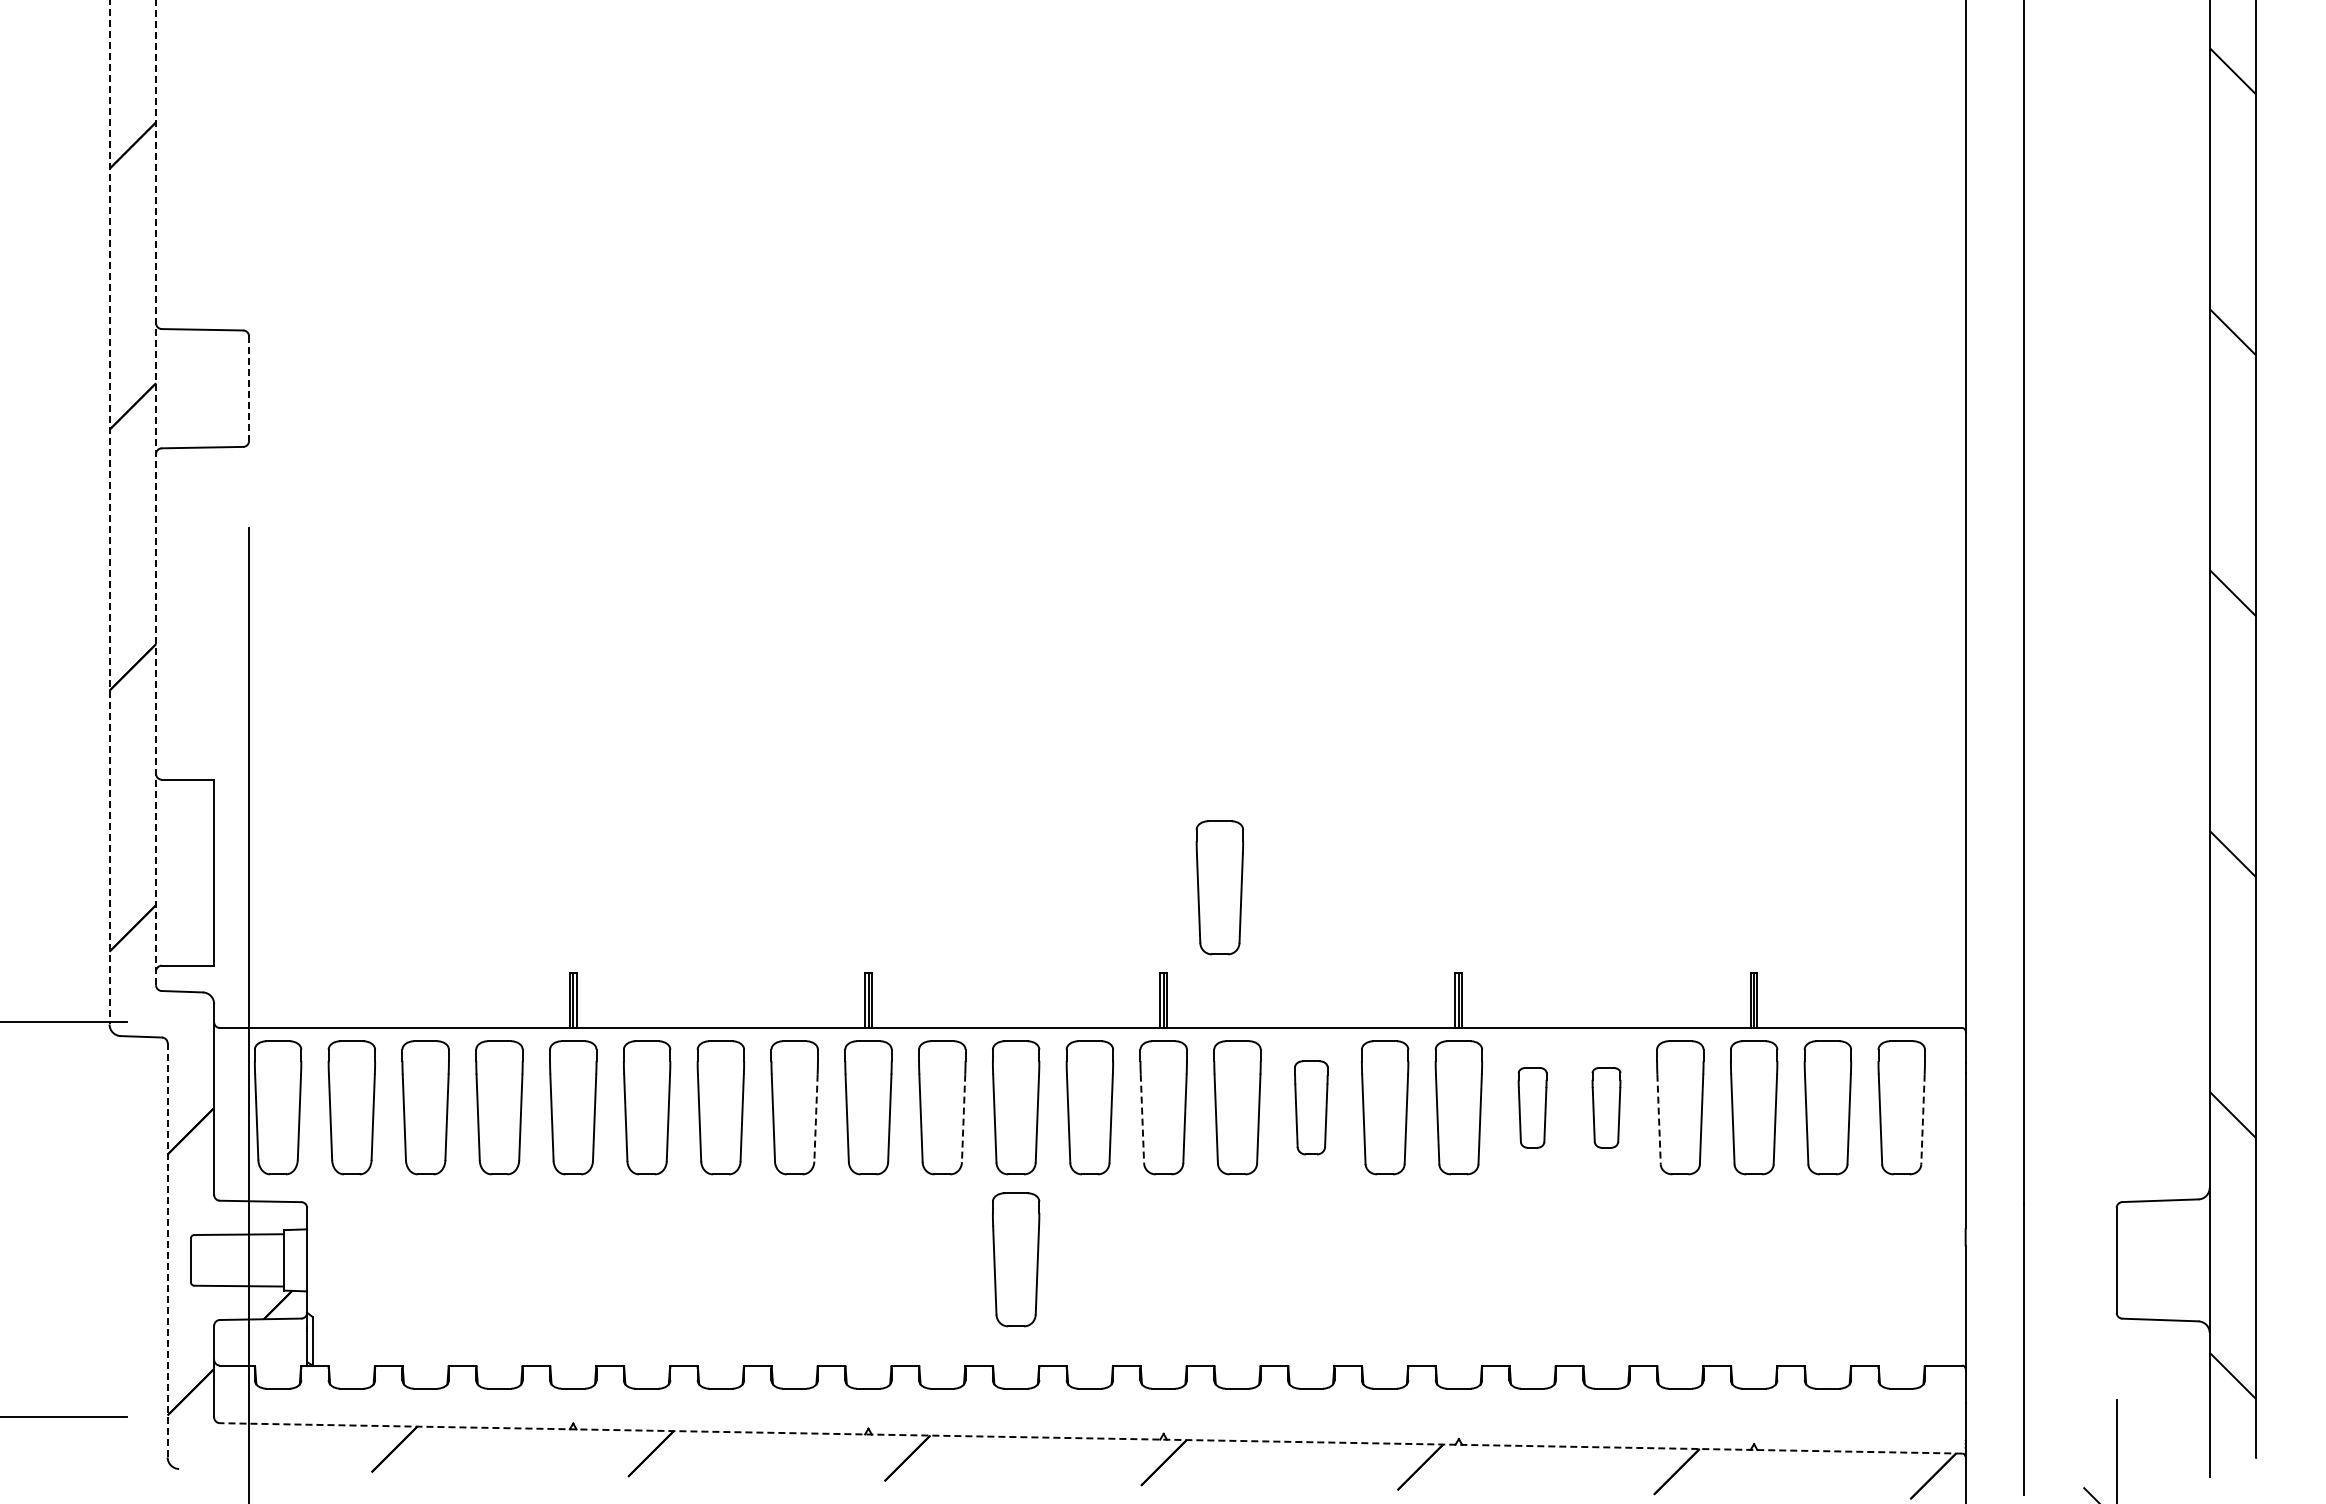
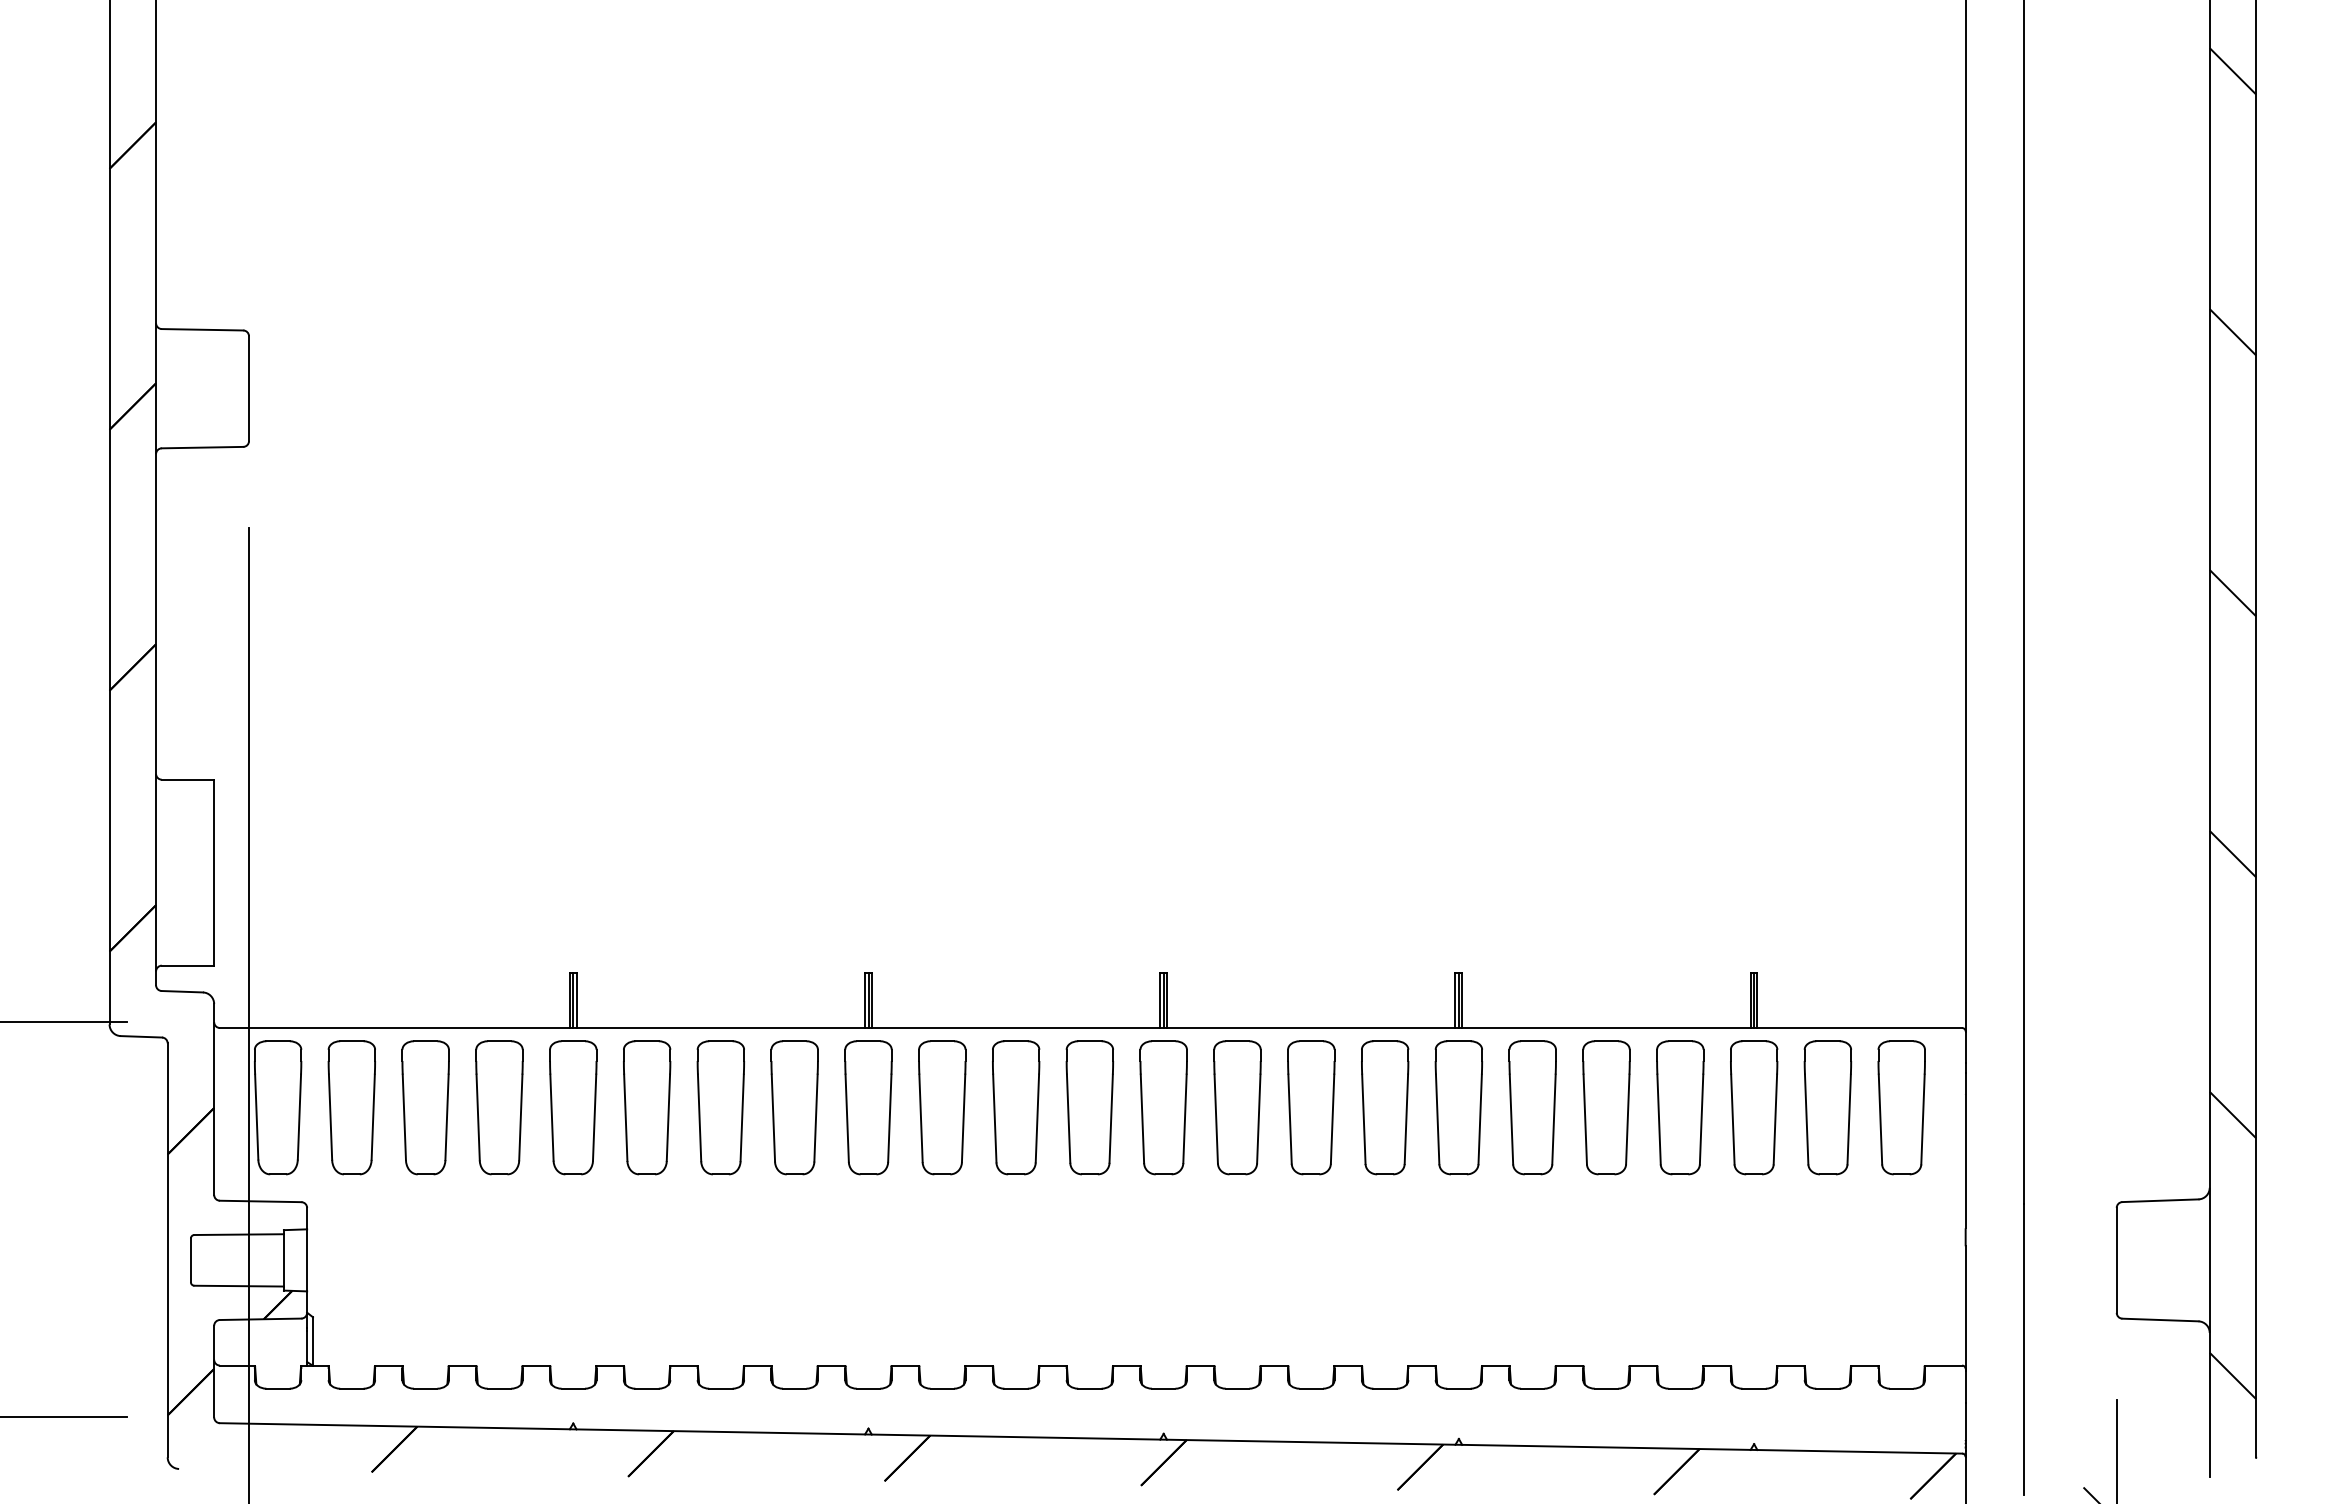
line at (249, 389): dashed -> solid
line at (156, 492): dashed -> solid
line at (109, 512): dashed -> solid
part at (1219, 887): present -> none
part at (1311, 1107) size: 35x96 px -> 49x136 px
part at (1532, 1107) size: 31x82 px -> 49x136 px
part at (1606, 1107) size: 31x82 px -> 49x136 px
line at (816, 1118): dashed -> solid
line at (963, 1118): dashed -> solid
line at (1142, 1119): dashed -> solid
line at (1659, 1119): dashed -> solid
line at (1922, 1119): dashed -> solid
line at (167, 1250): dashed -> solid
part at (1016, 1259): present -> none
line at (1090, 1438): dashed -> solid
